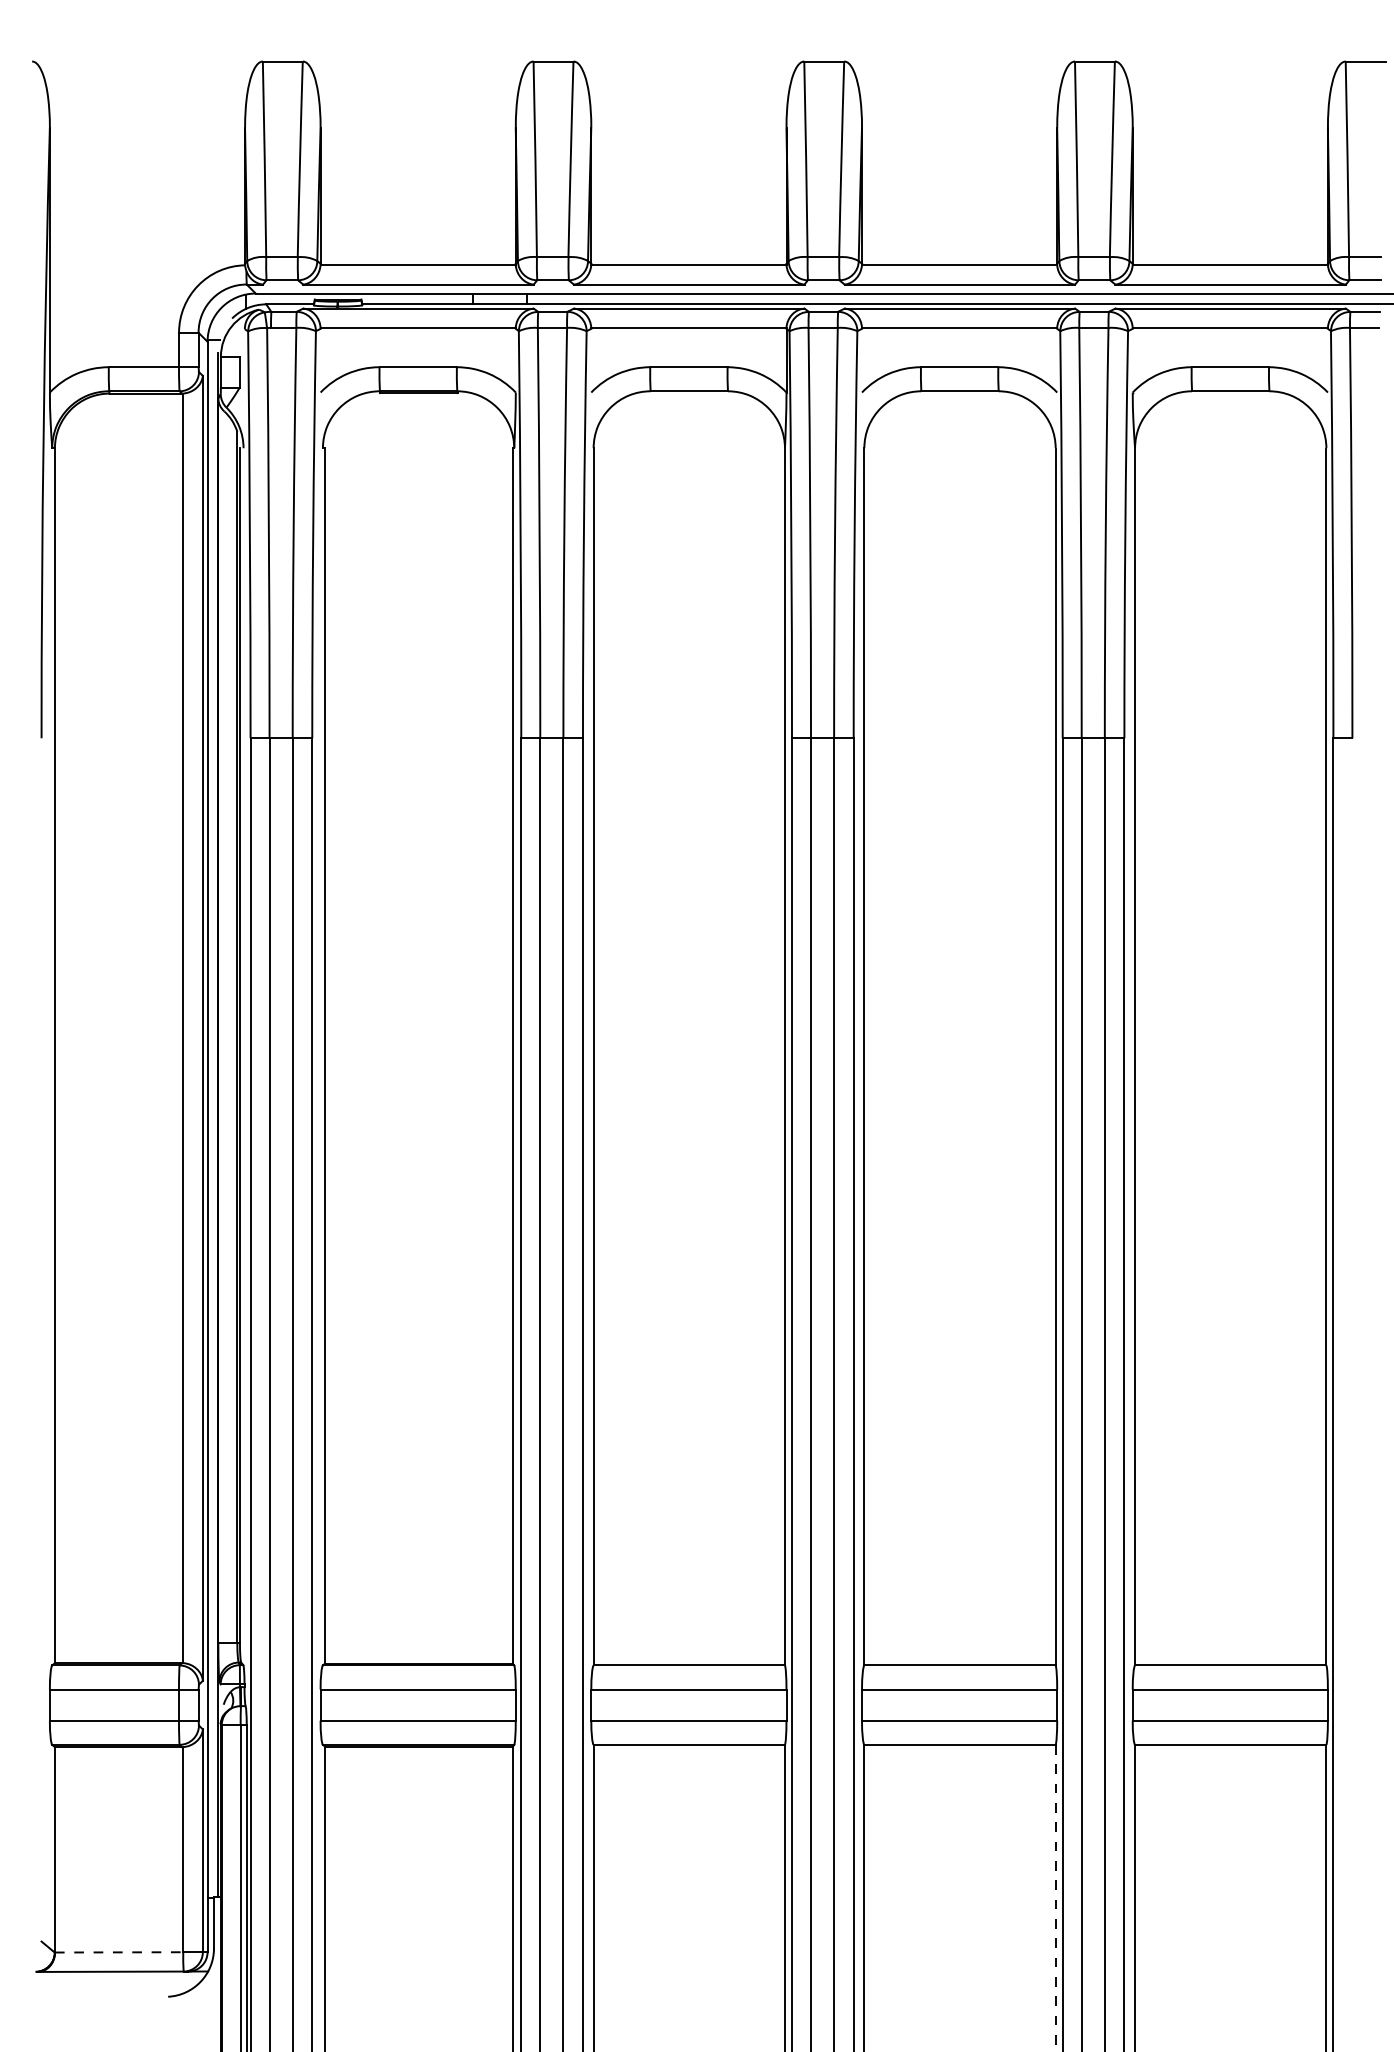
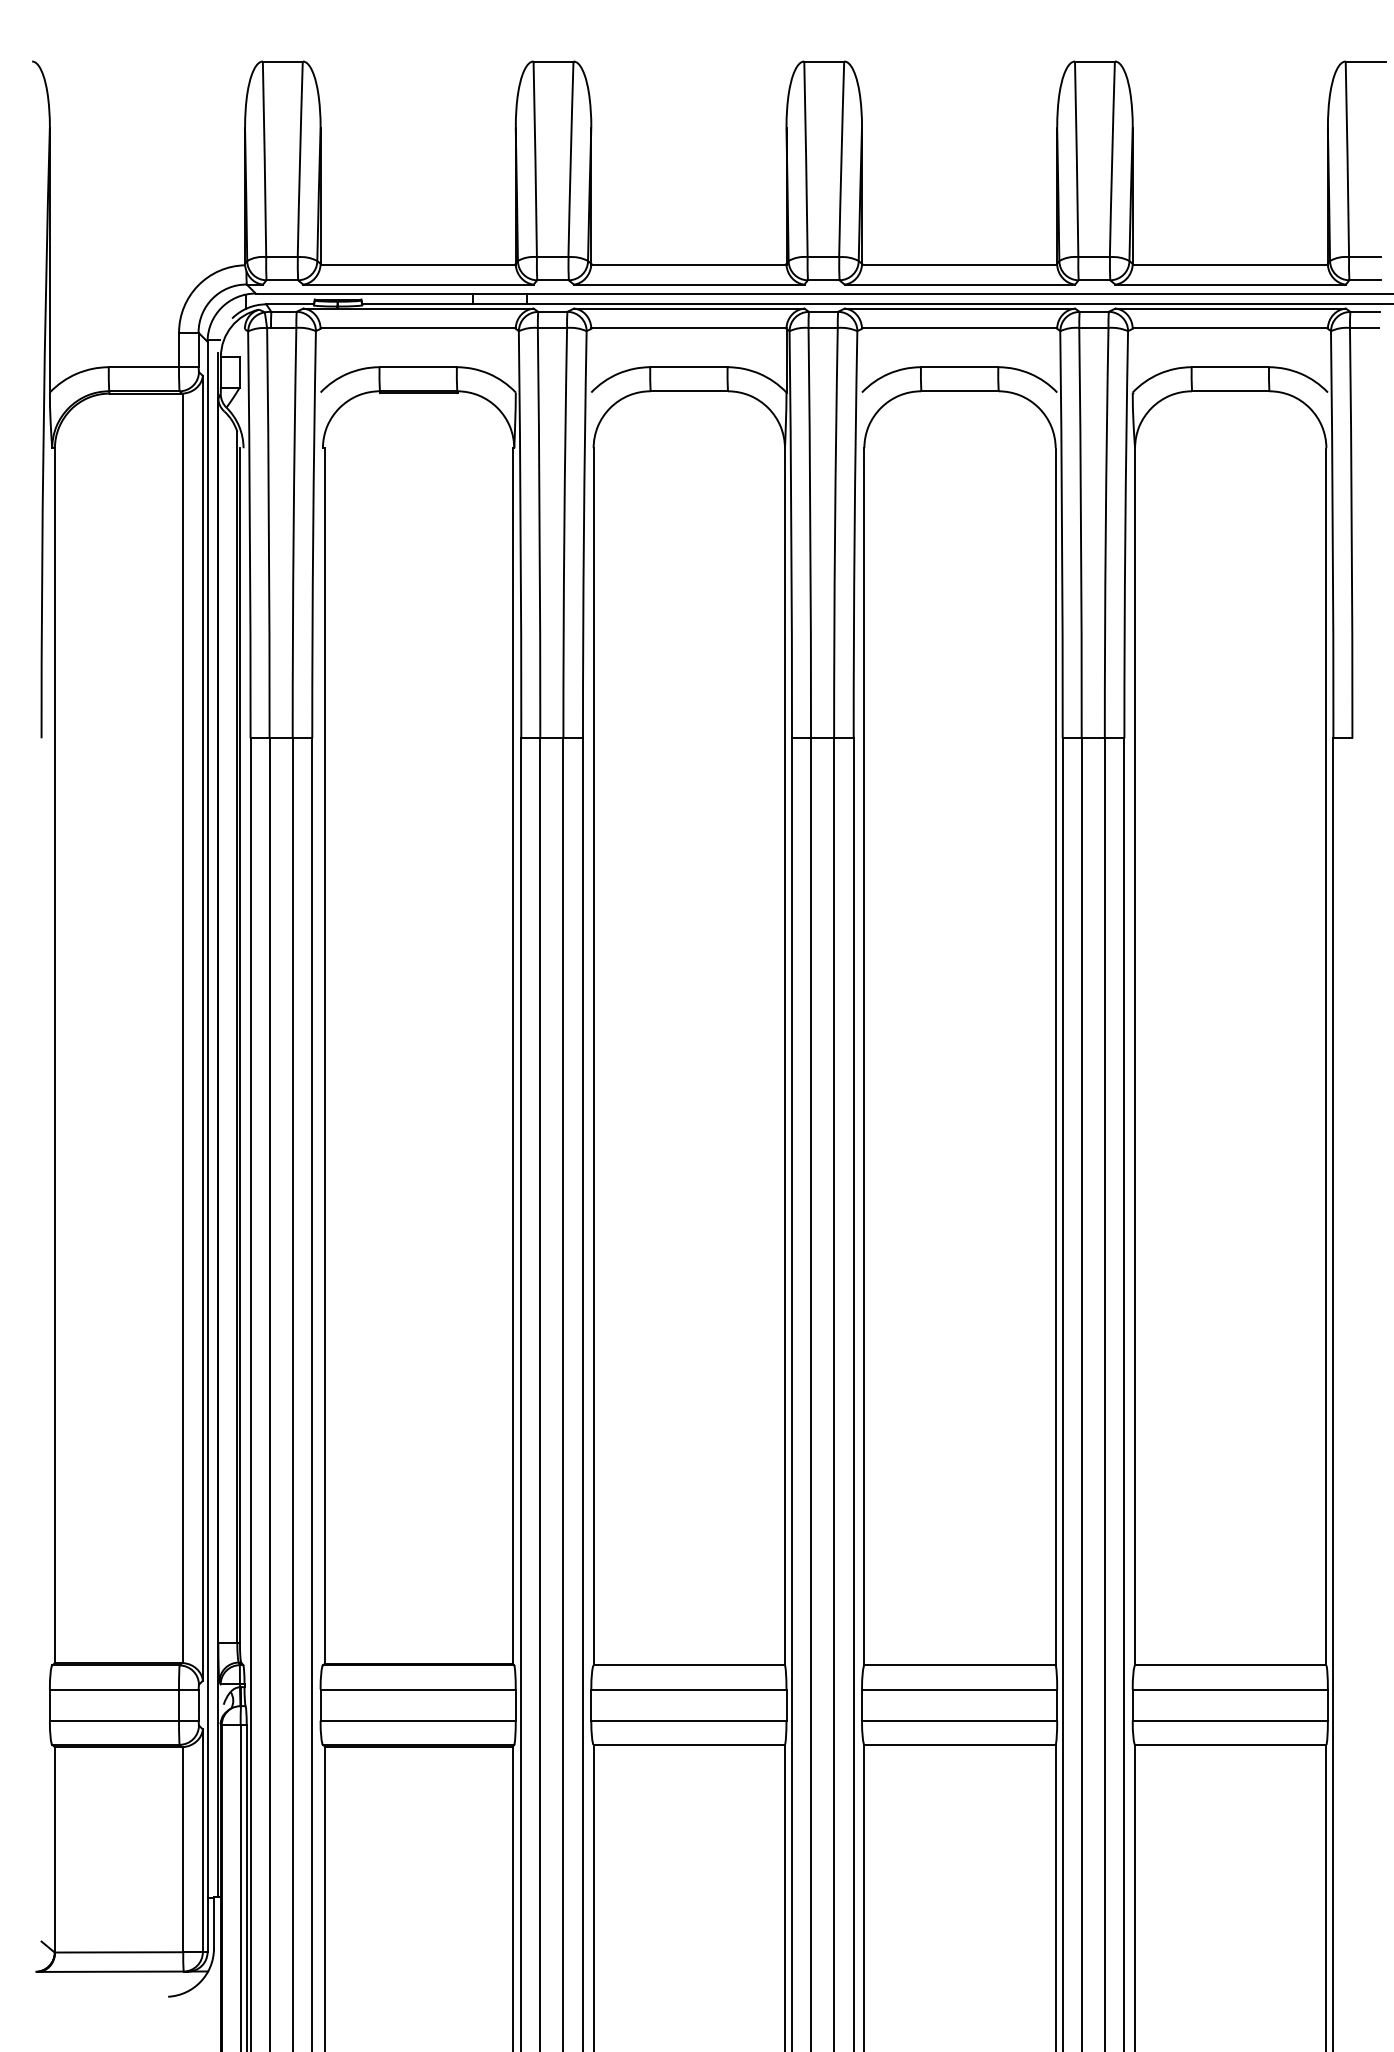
line at (1055, 1898): dashed -> solid
line at (119, 1952): dashed -> solid
